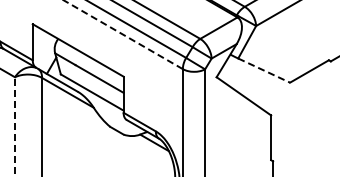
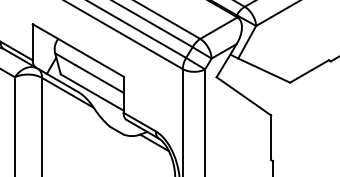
line at (123, 34): dashed -> solid
line at (264, 70): dashed -> solid
line at (14, 127): dashed -> solid
